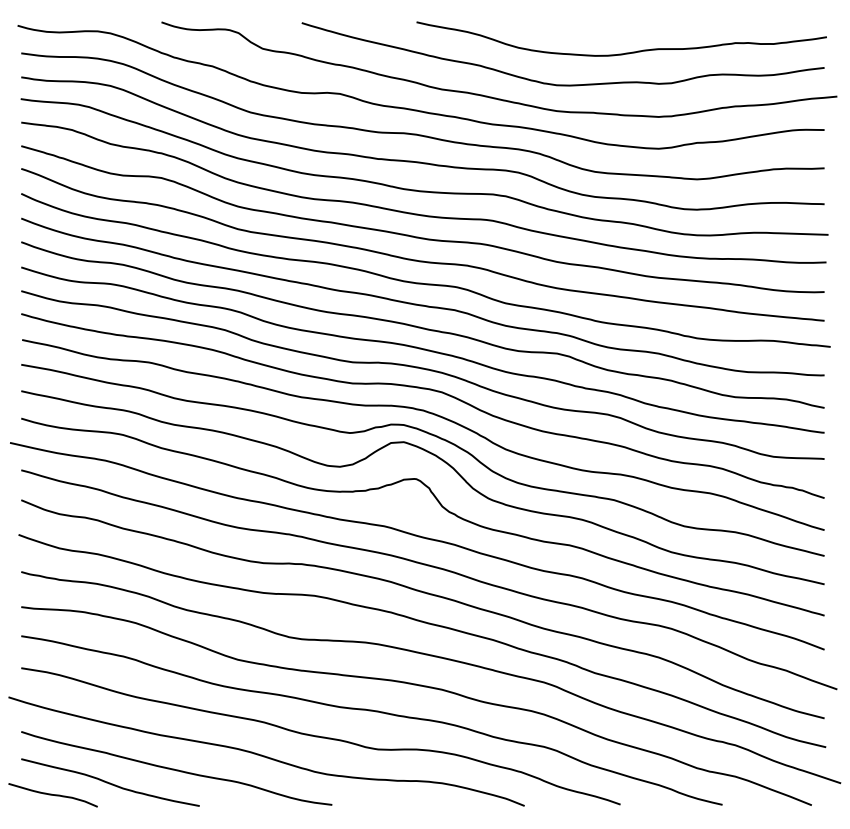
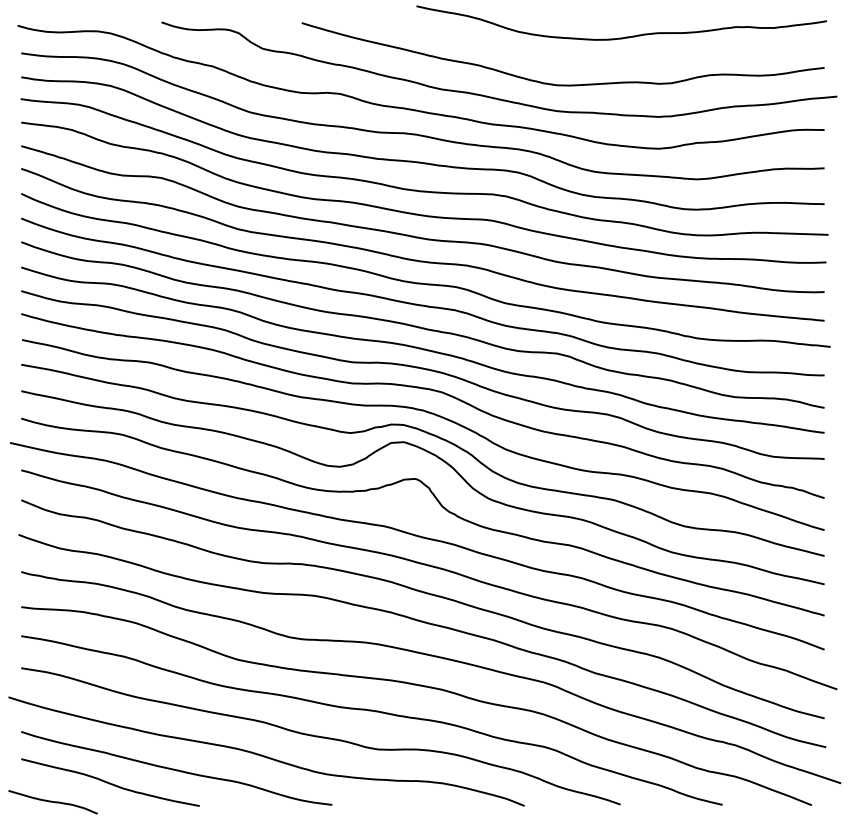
curve at (625, 52) position: (625, 52) -> (625, 36)
curve at (52, 795) position: (52, 795) -> (52, 802)
